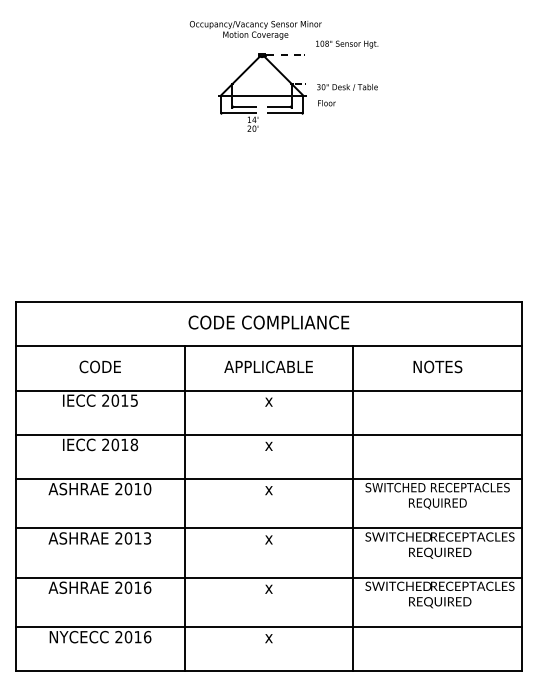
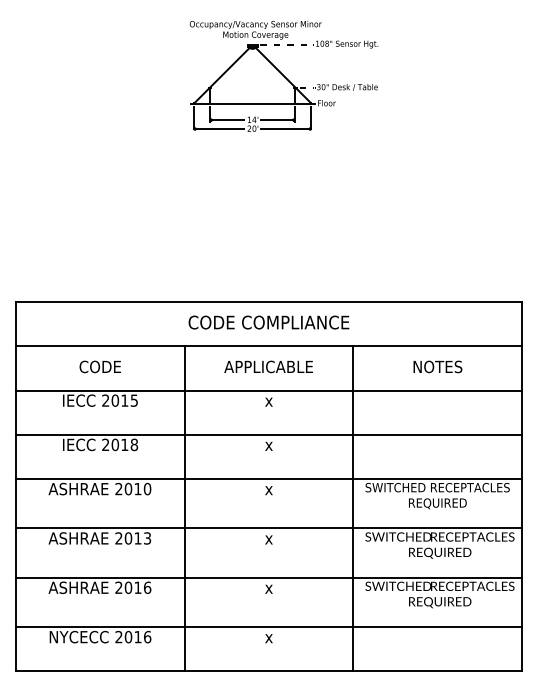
part at (285, 76) size: 136x85 px -> 190x111 px
